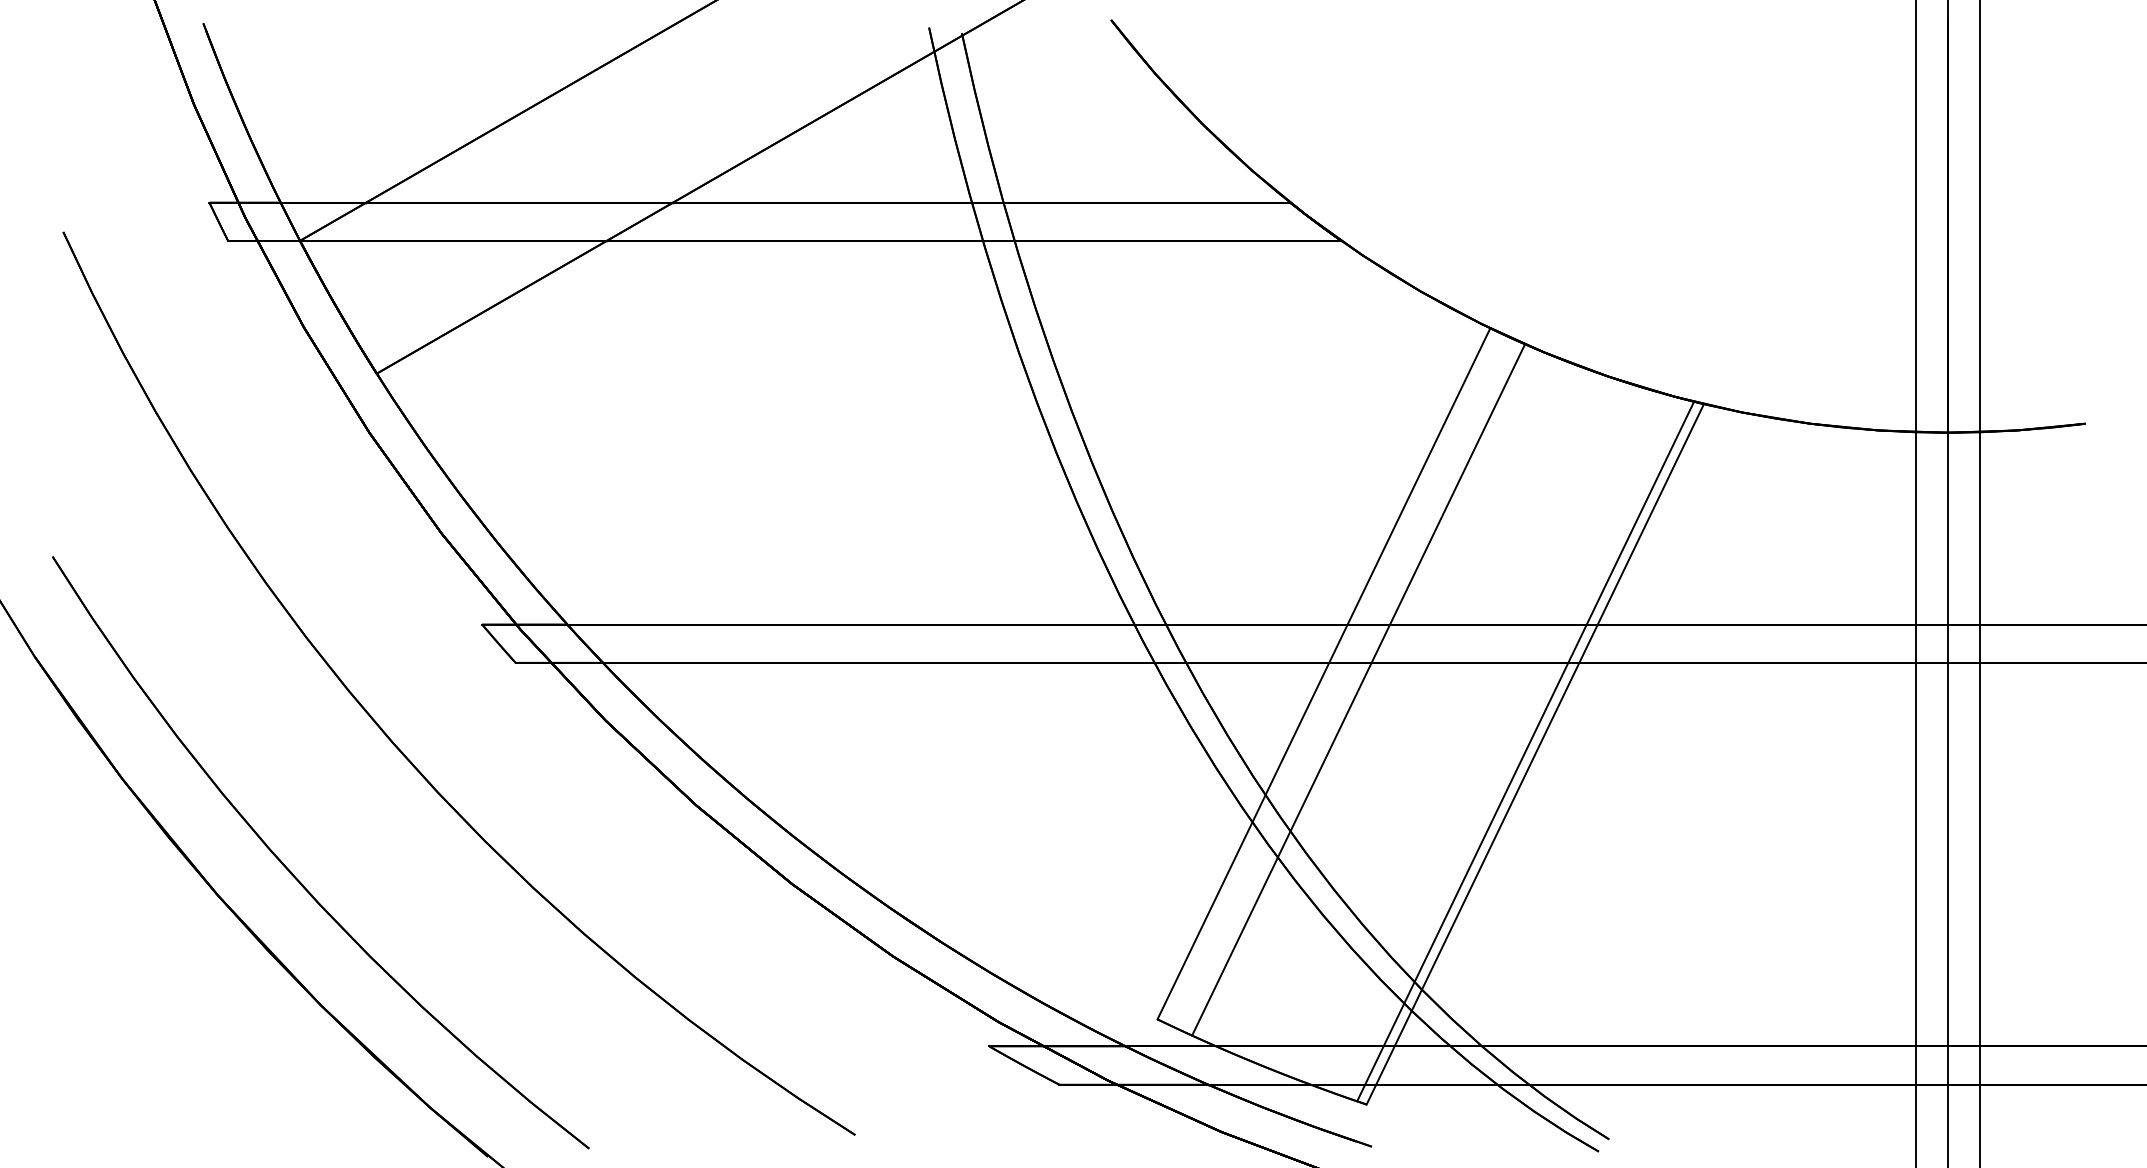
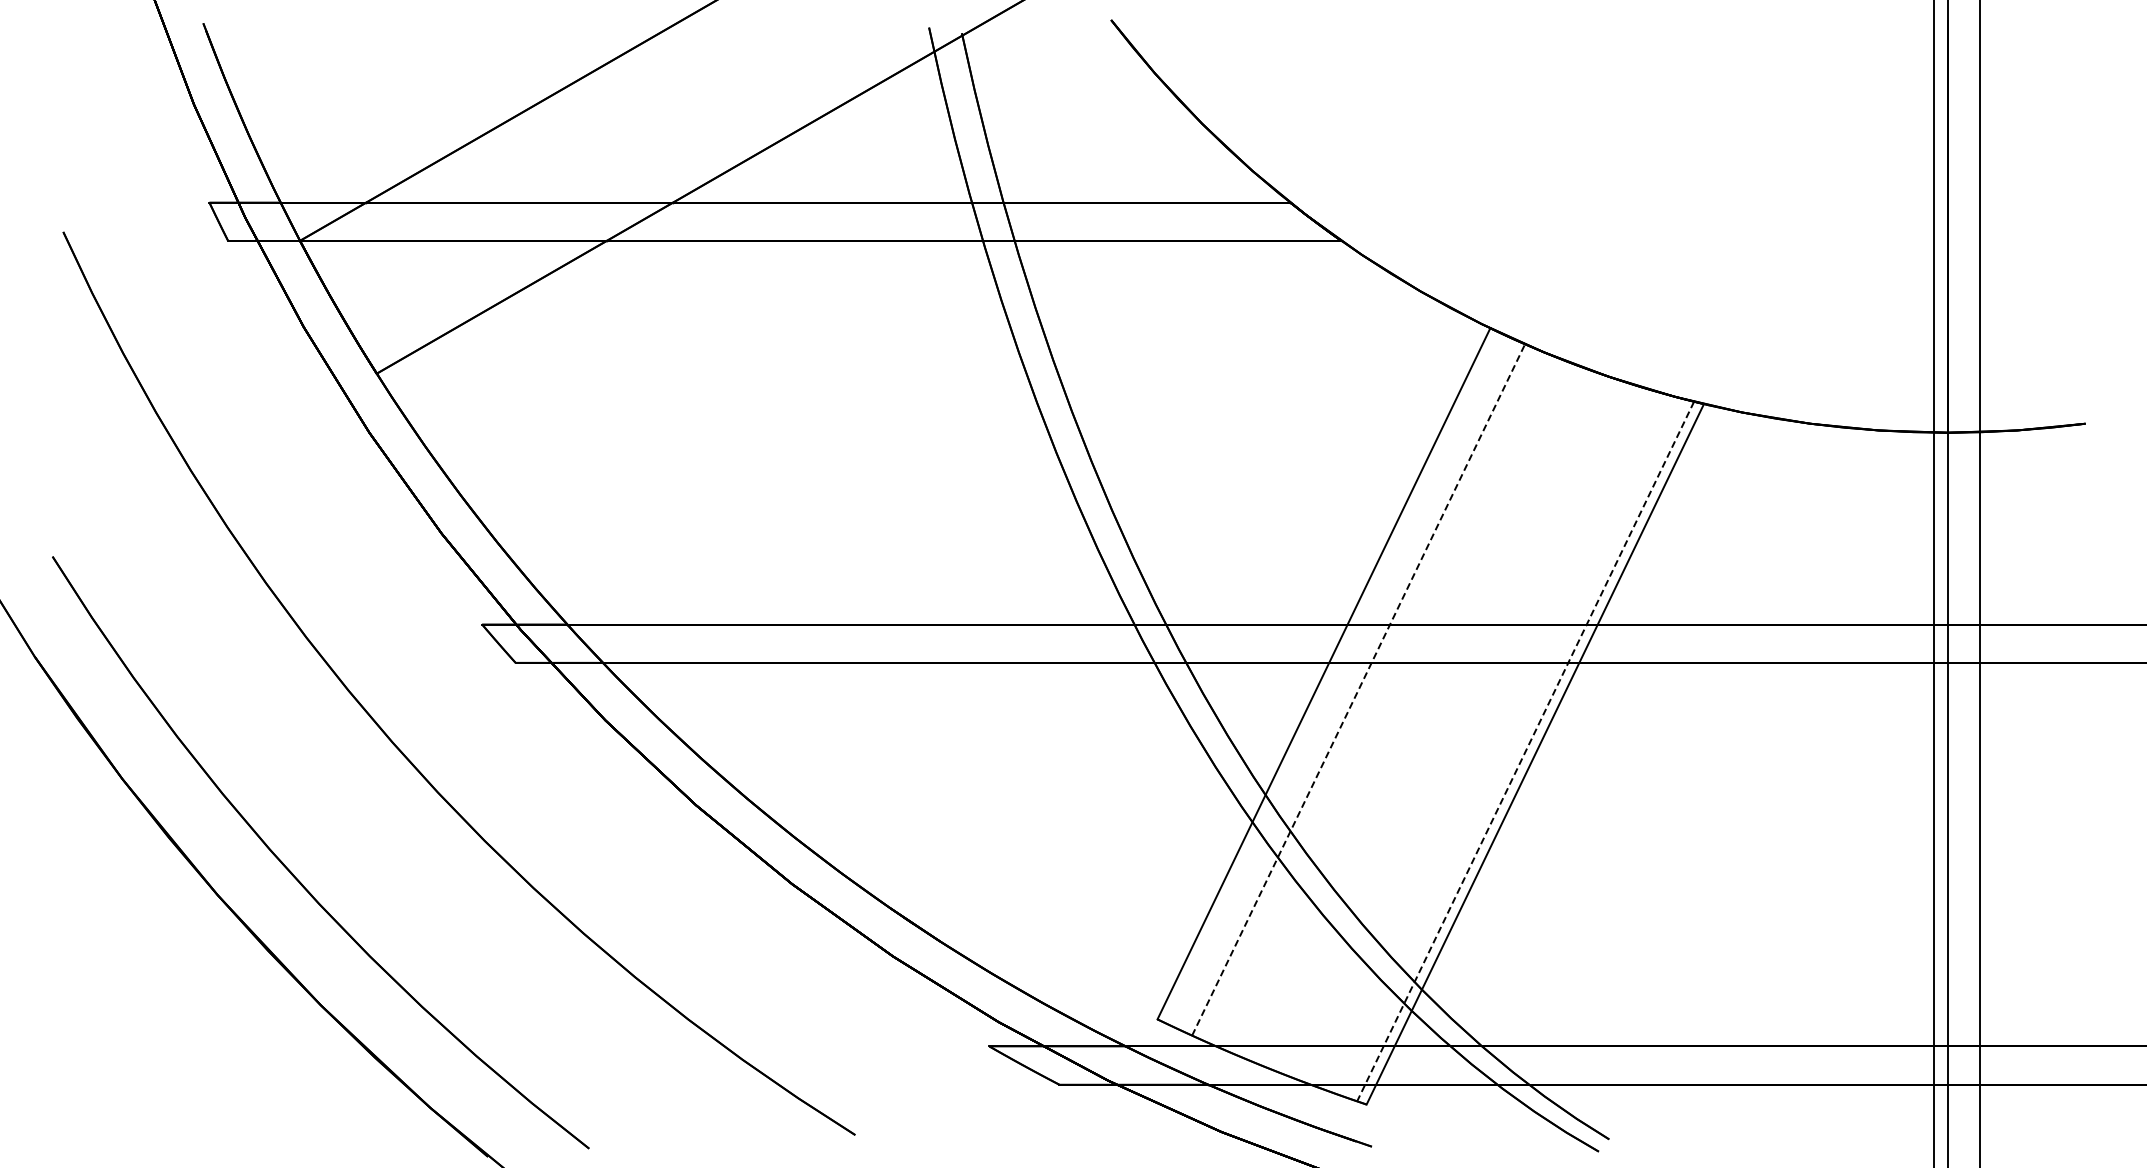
line at (1916, 583) position: (1916, 583) -> (1934, 583)
line at (1358, 689): solid -> dashed
line at (1525, 752): solid -> dashed
